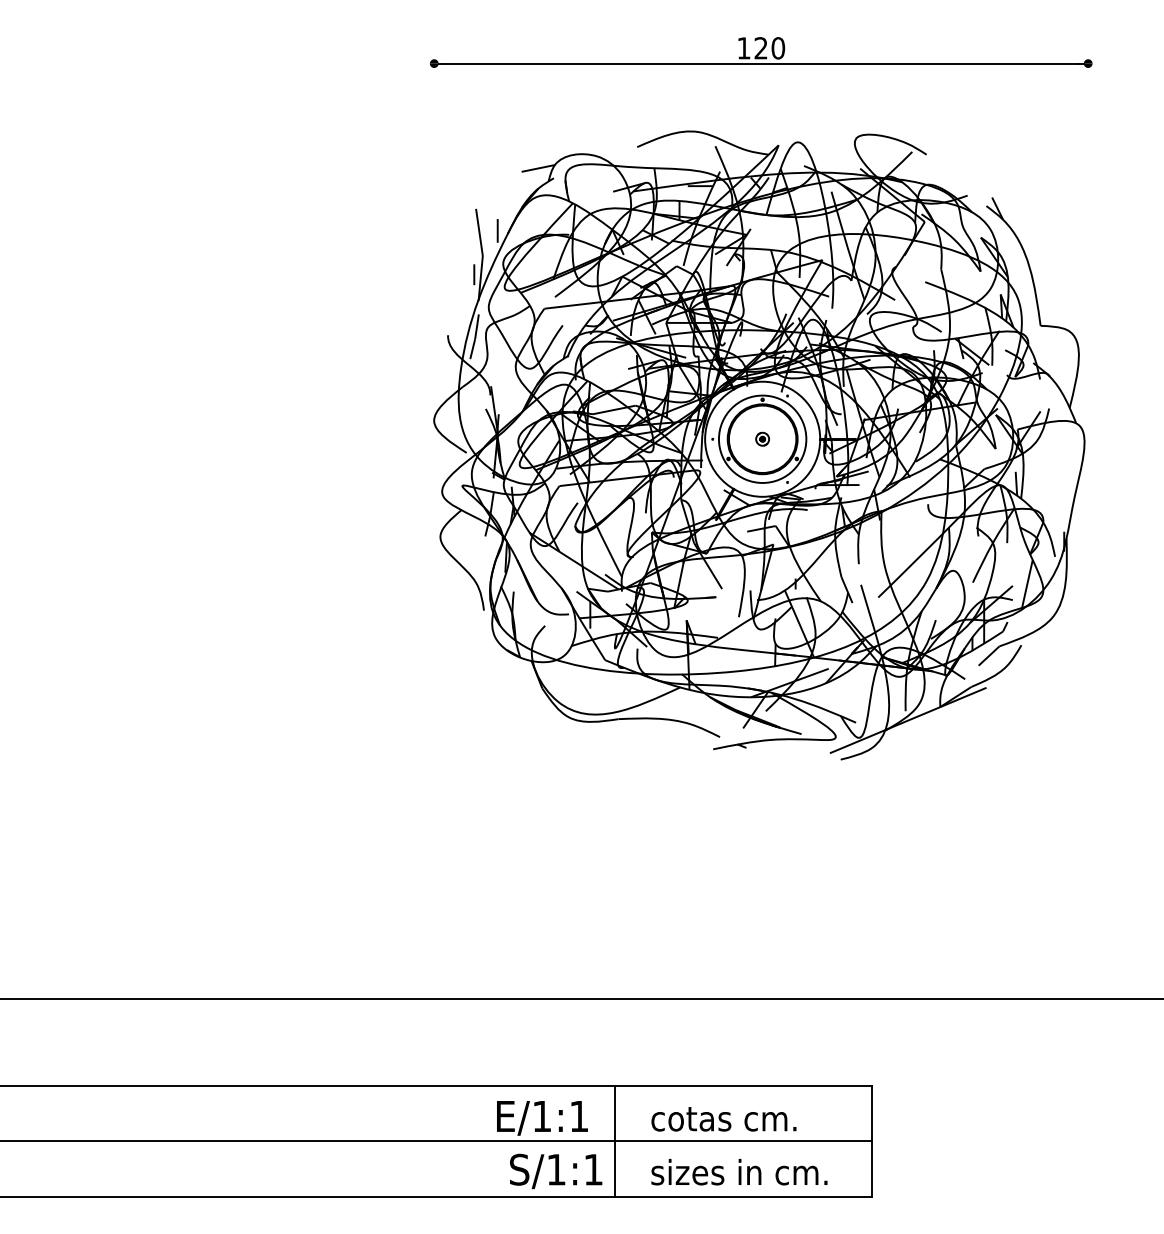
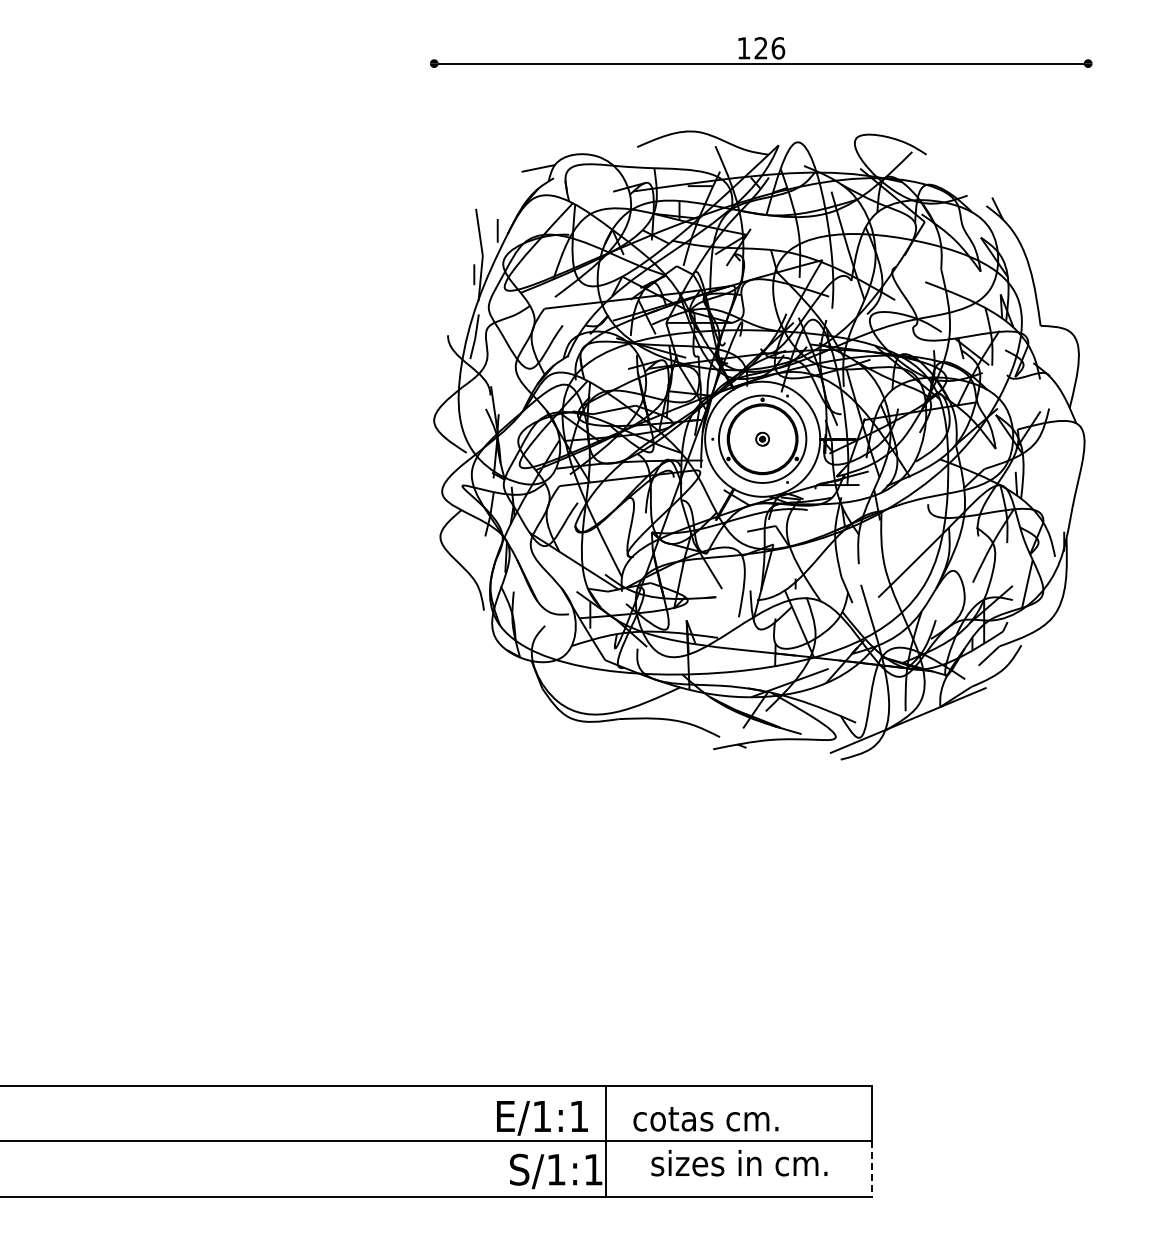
text at (778, 48): 120 -> 126
line at (581, 998): present -> none
text at (723, 1119) position: (723, 1119) -> (705, 1119)
line at (614, 1140) position: (614, 1140) -> (605, 1140)
line at (872, 1169): solid -> dashed
text at (739, 1172) position: (739, 1172) -> (739, 1163)
